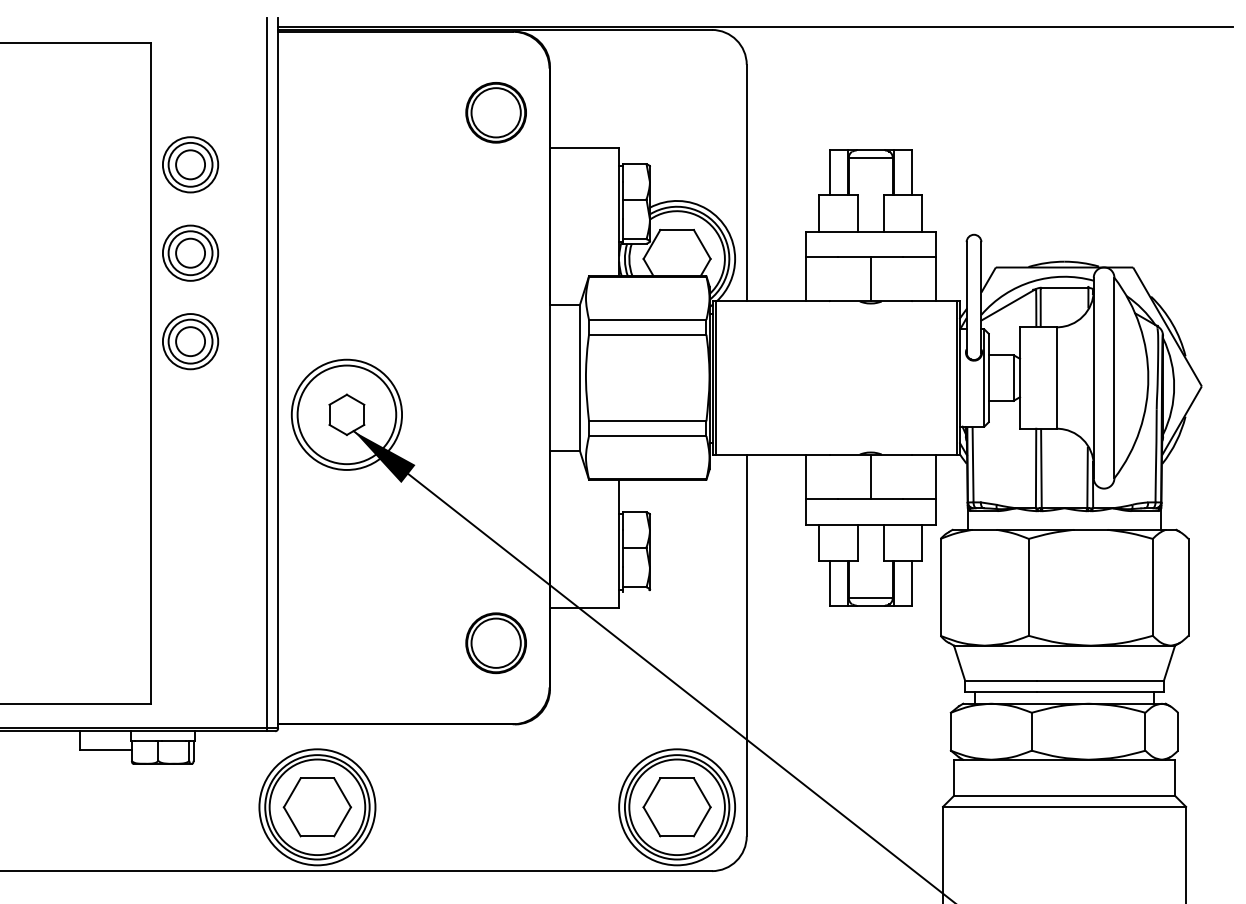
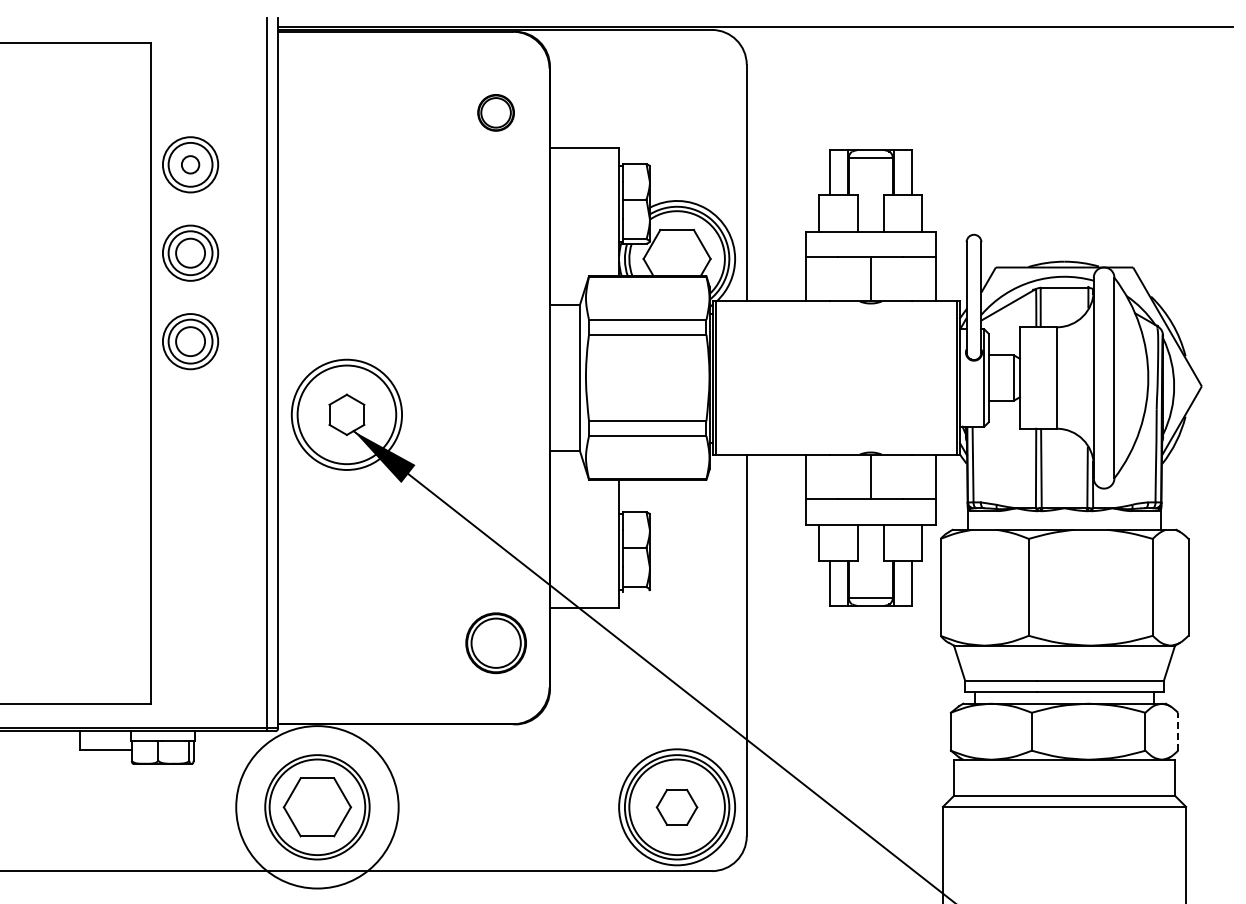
part at (495, 112) size: 62x62 px -> 38x38 px
circle at (190, 164) diameter: 29 px -> 17 px
line at (1178, 731): solid -> dashed
circle at (317, 807) diameter: 116 px -> 162 px
part at (676, 807) size: 70x61 px -> 44x38 px
